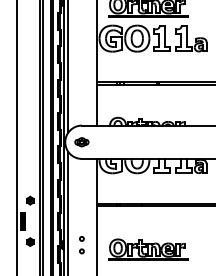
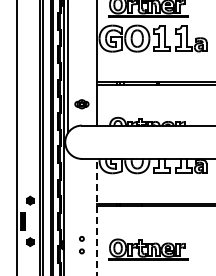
part at (81, 142) position: (81, 142) -> (81, 104)
line at (68, 211): present -> none
line at (96, 216): solid -> dashed
